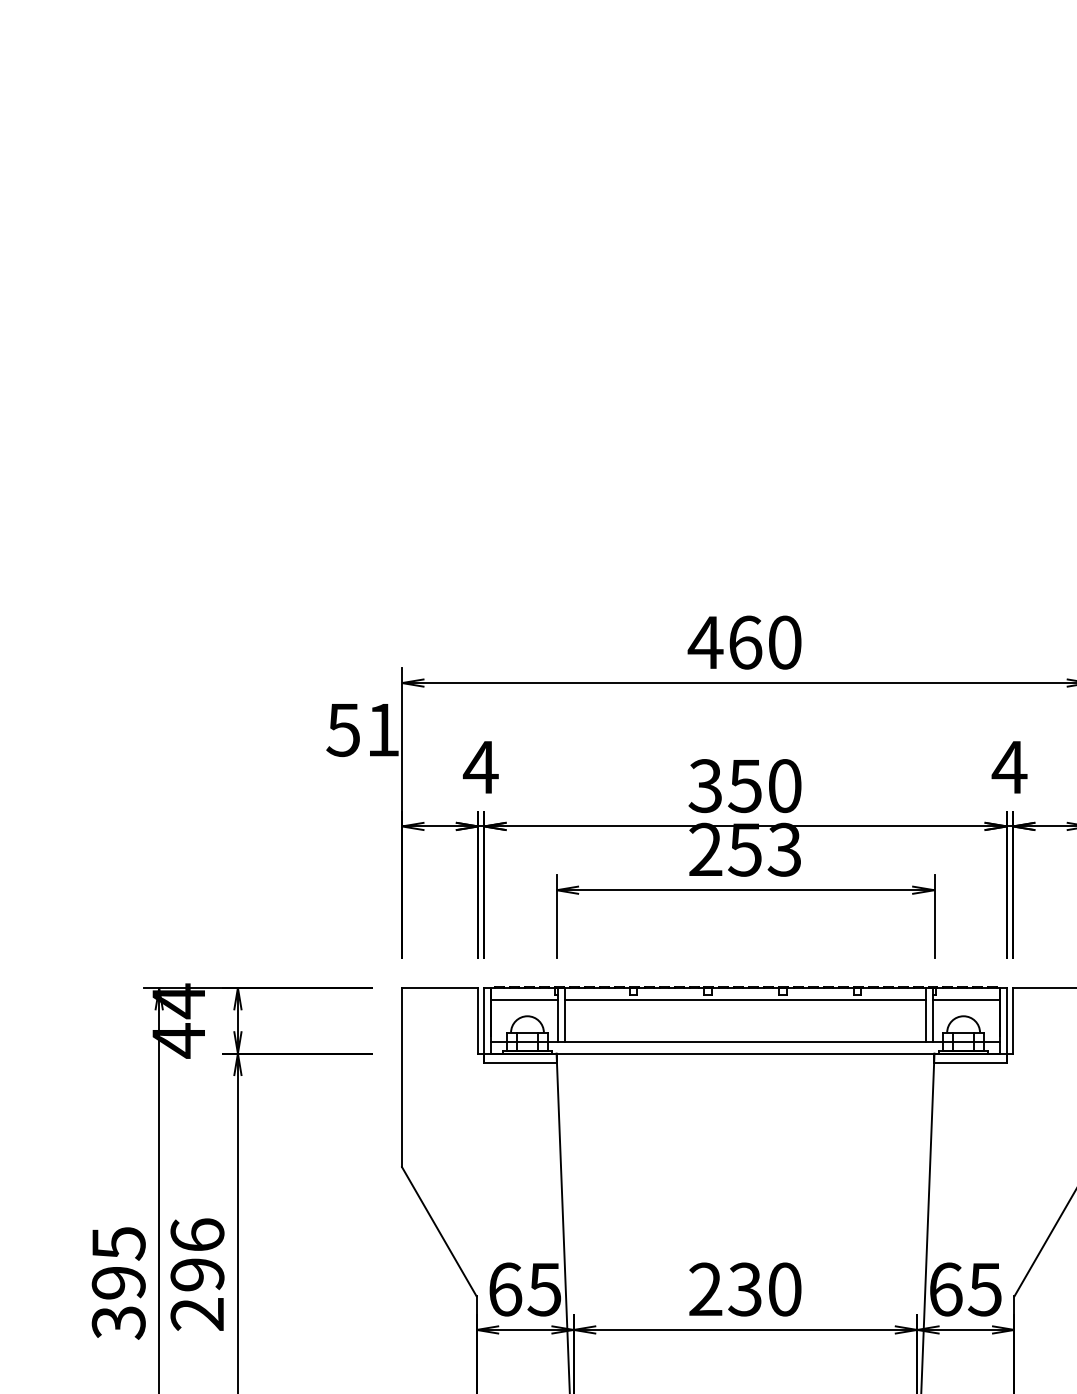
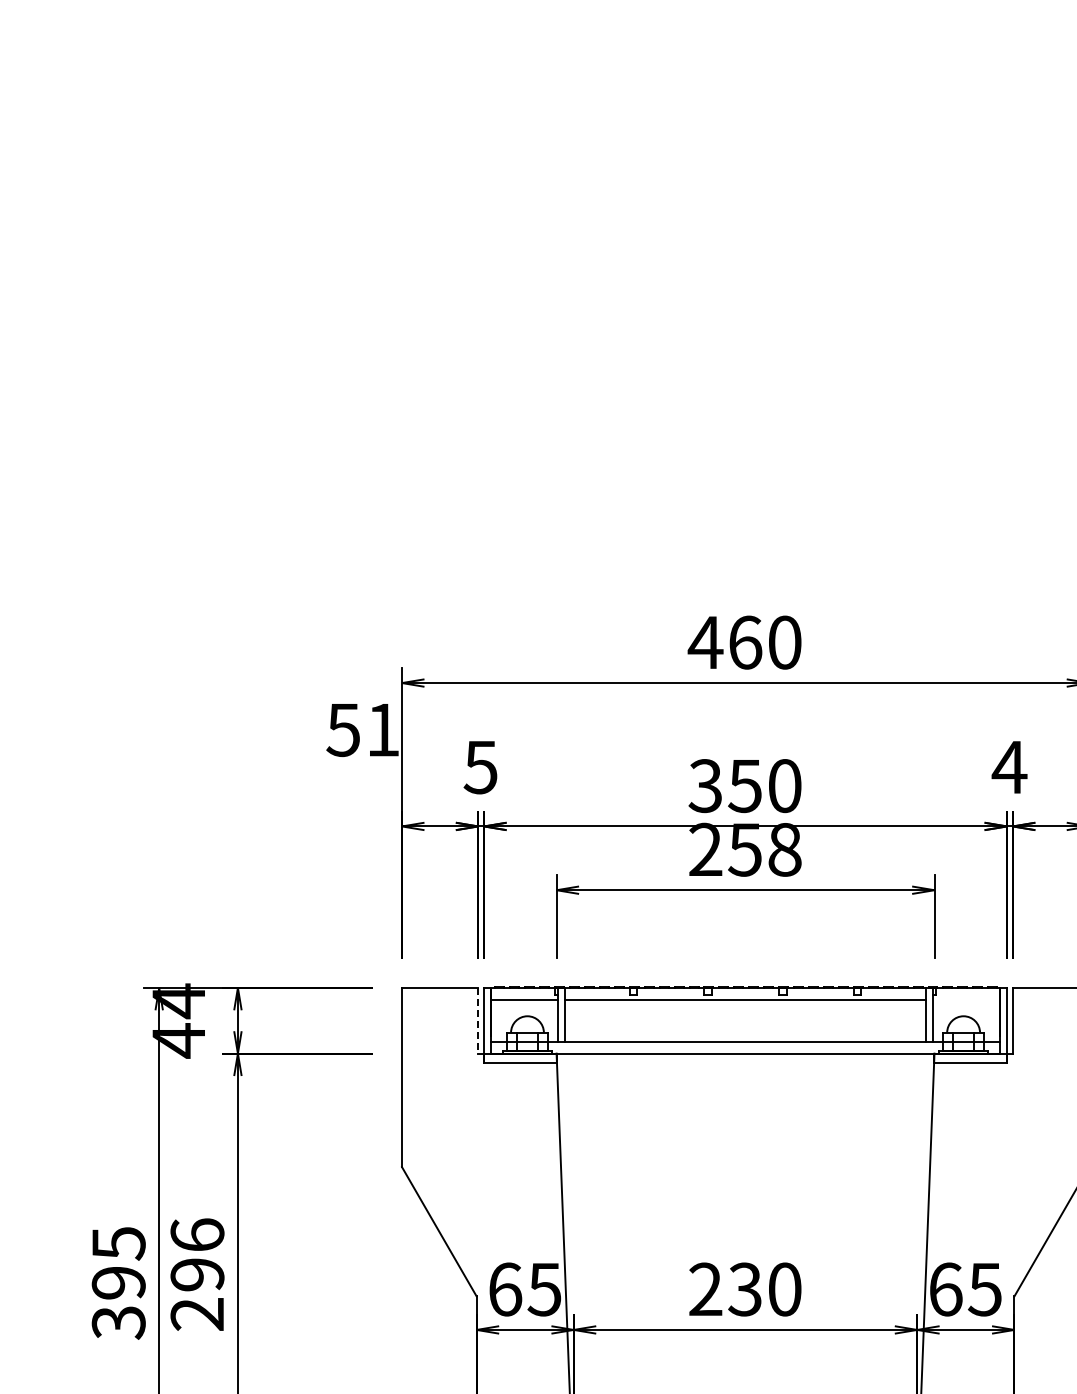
text at (480, 767): 4 -> 5
text at (784, 849): 253 -> 258
line at (966, 999): present -> none
line at (478, 1020): solid -> dashed
